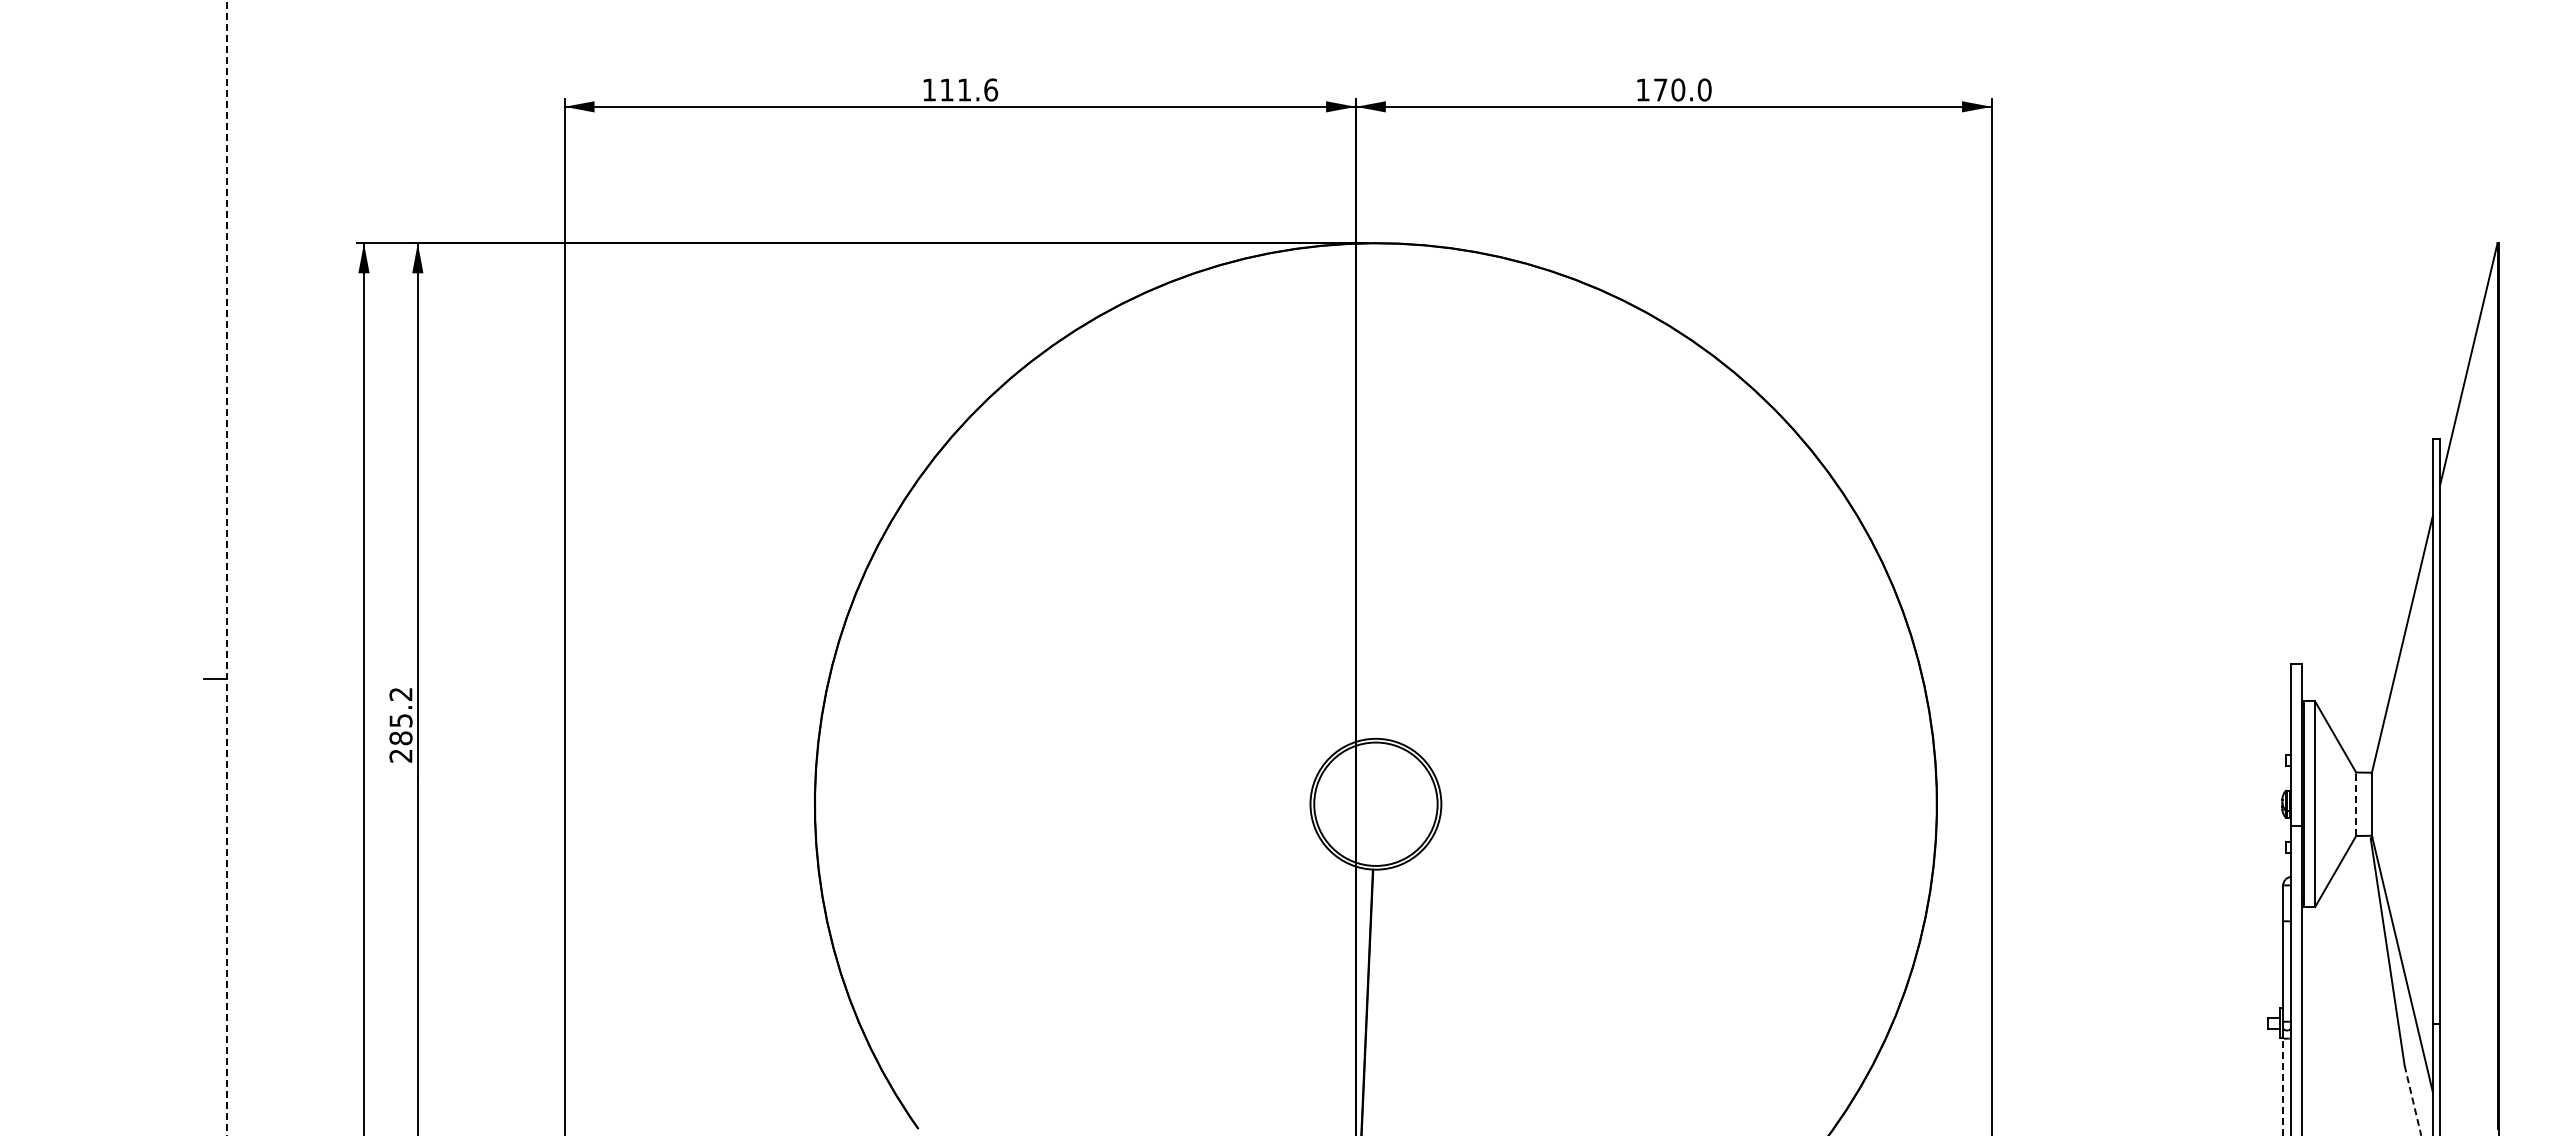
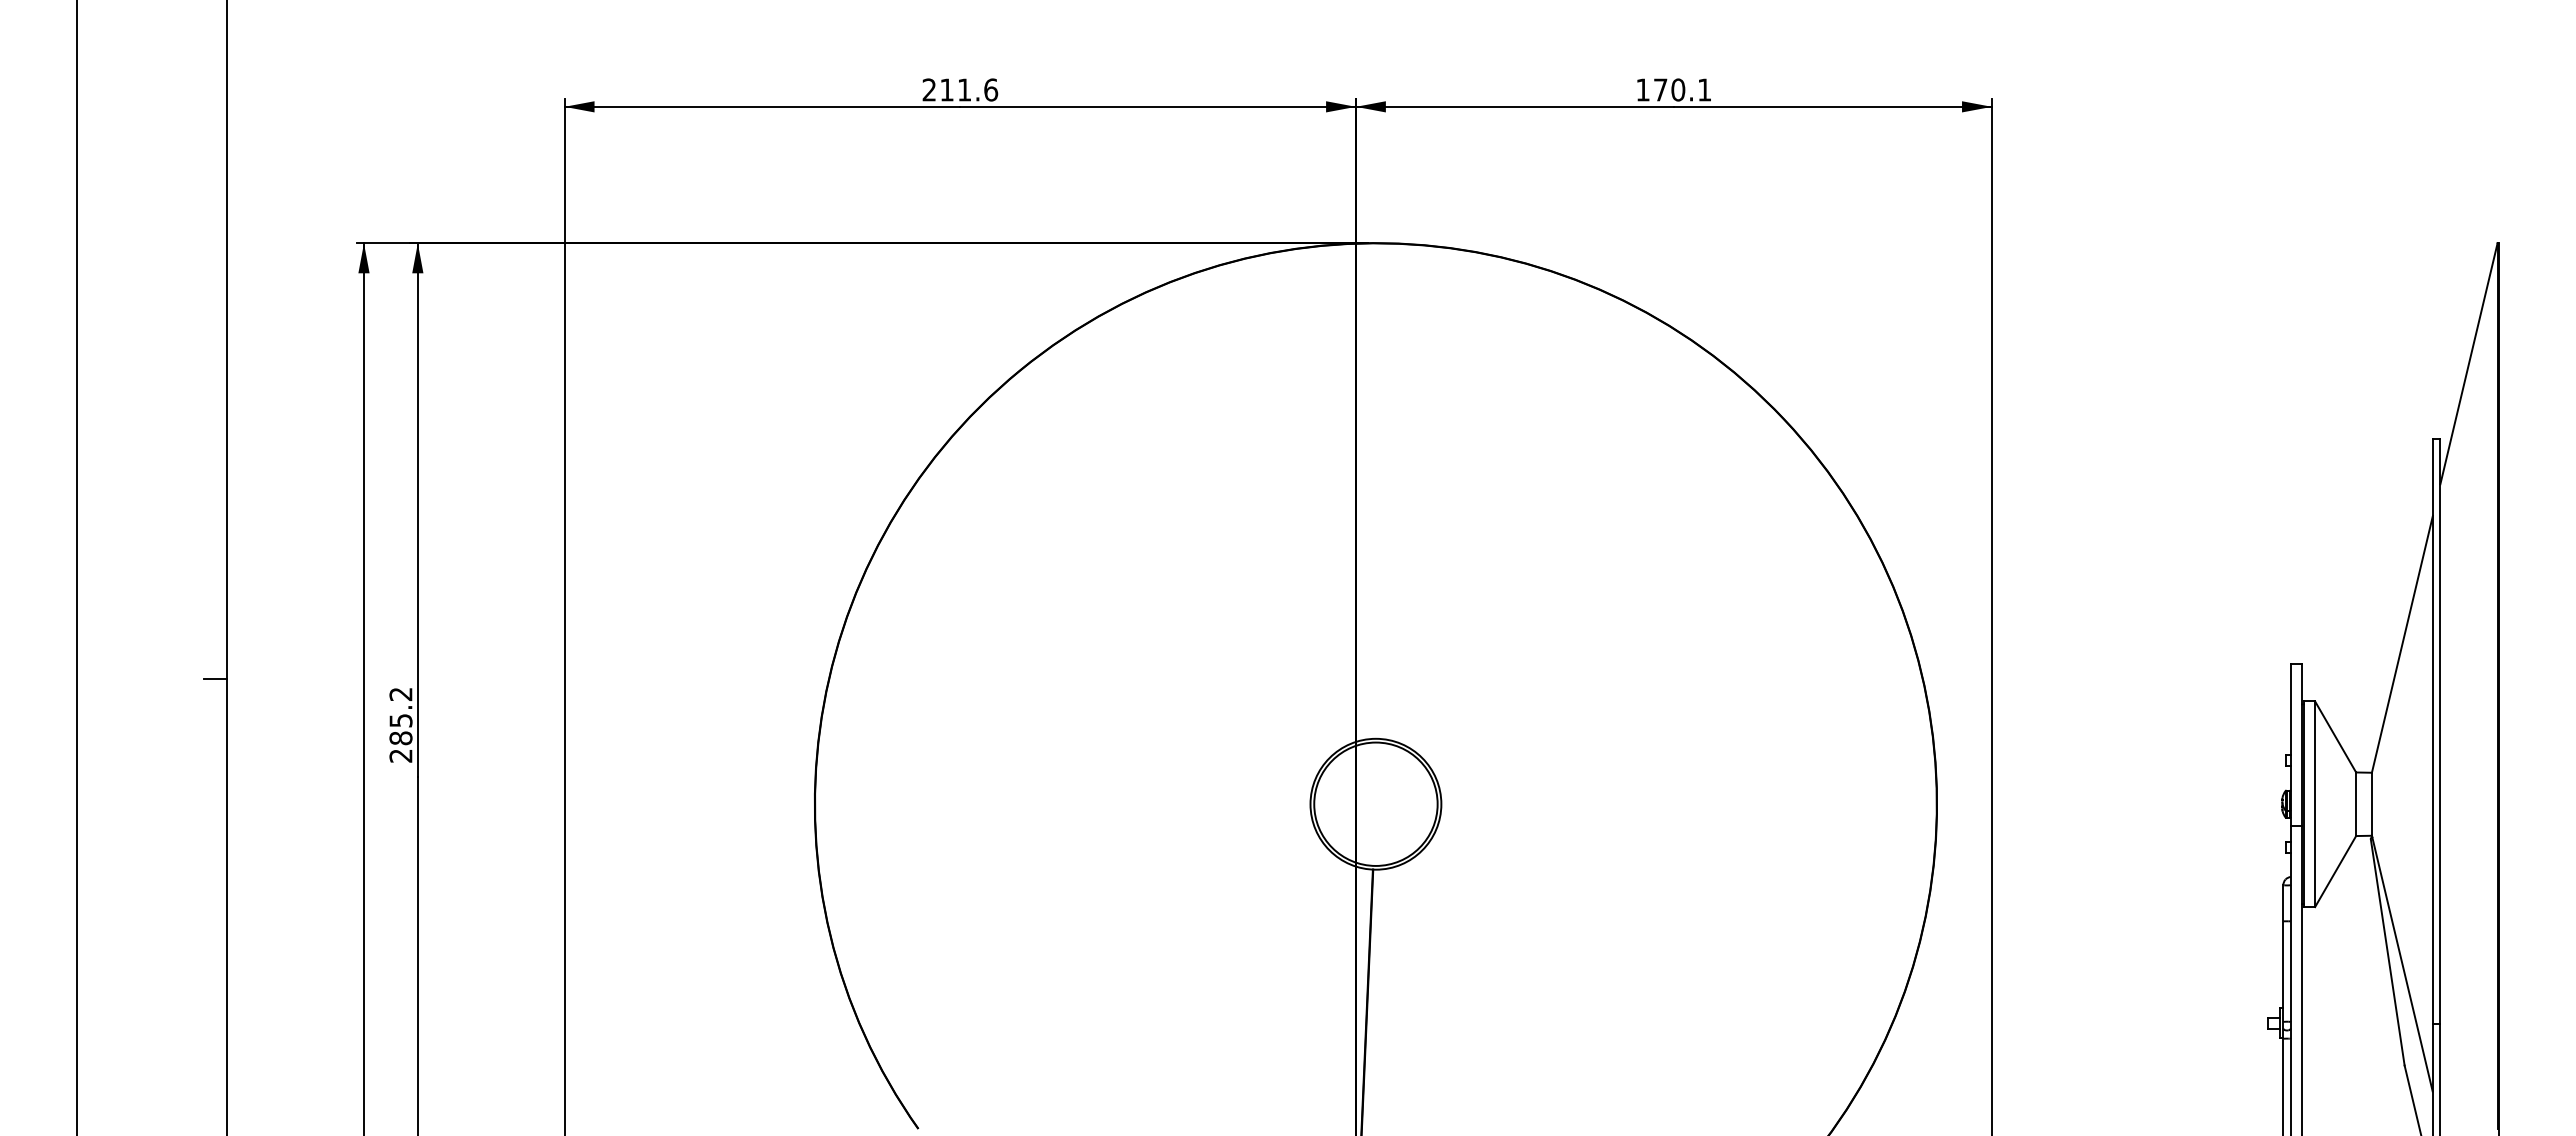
text at (928, 89): 111.6 -> 211.6
text at (1704, 89): 170.0 -> 170.1
line at (77, 567): none -> present
line at (226, 567): dashed -> solid
line at (2356, 804): dashed -> solid
line at (2283, 1086): dashed -> solid
line at (2413, 1101): dashed -> solid
